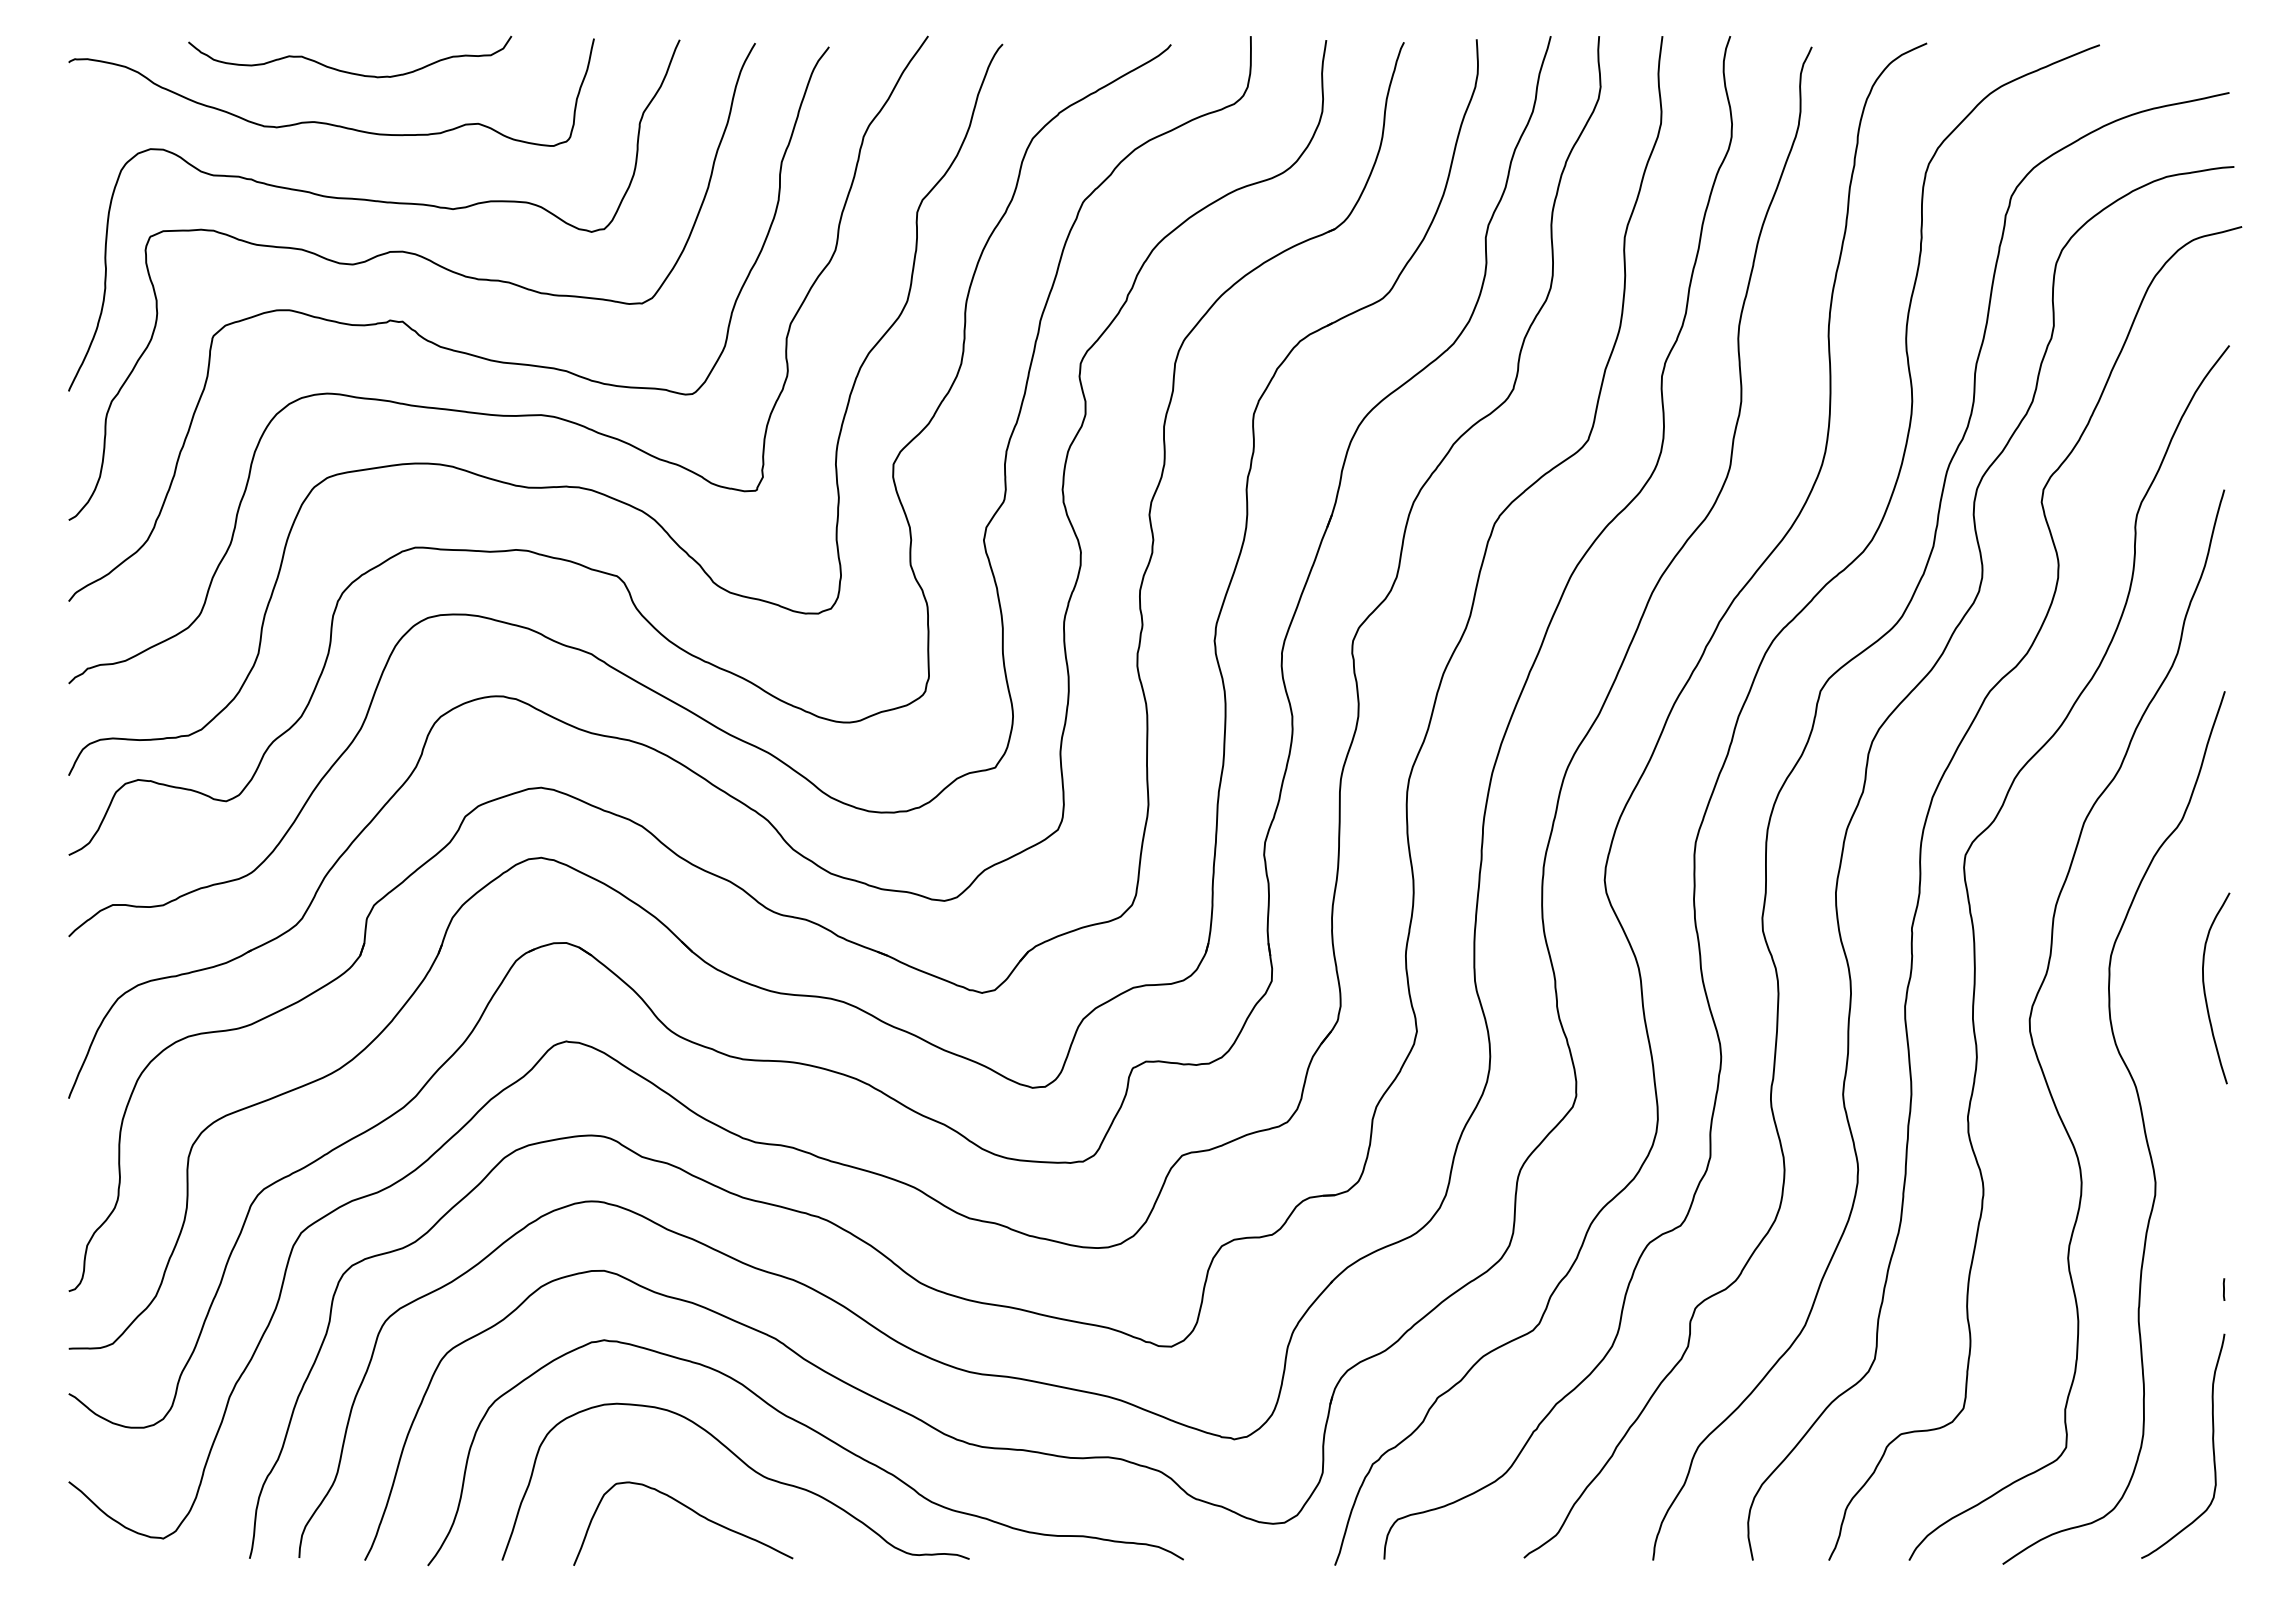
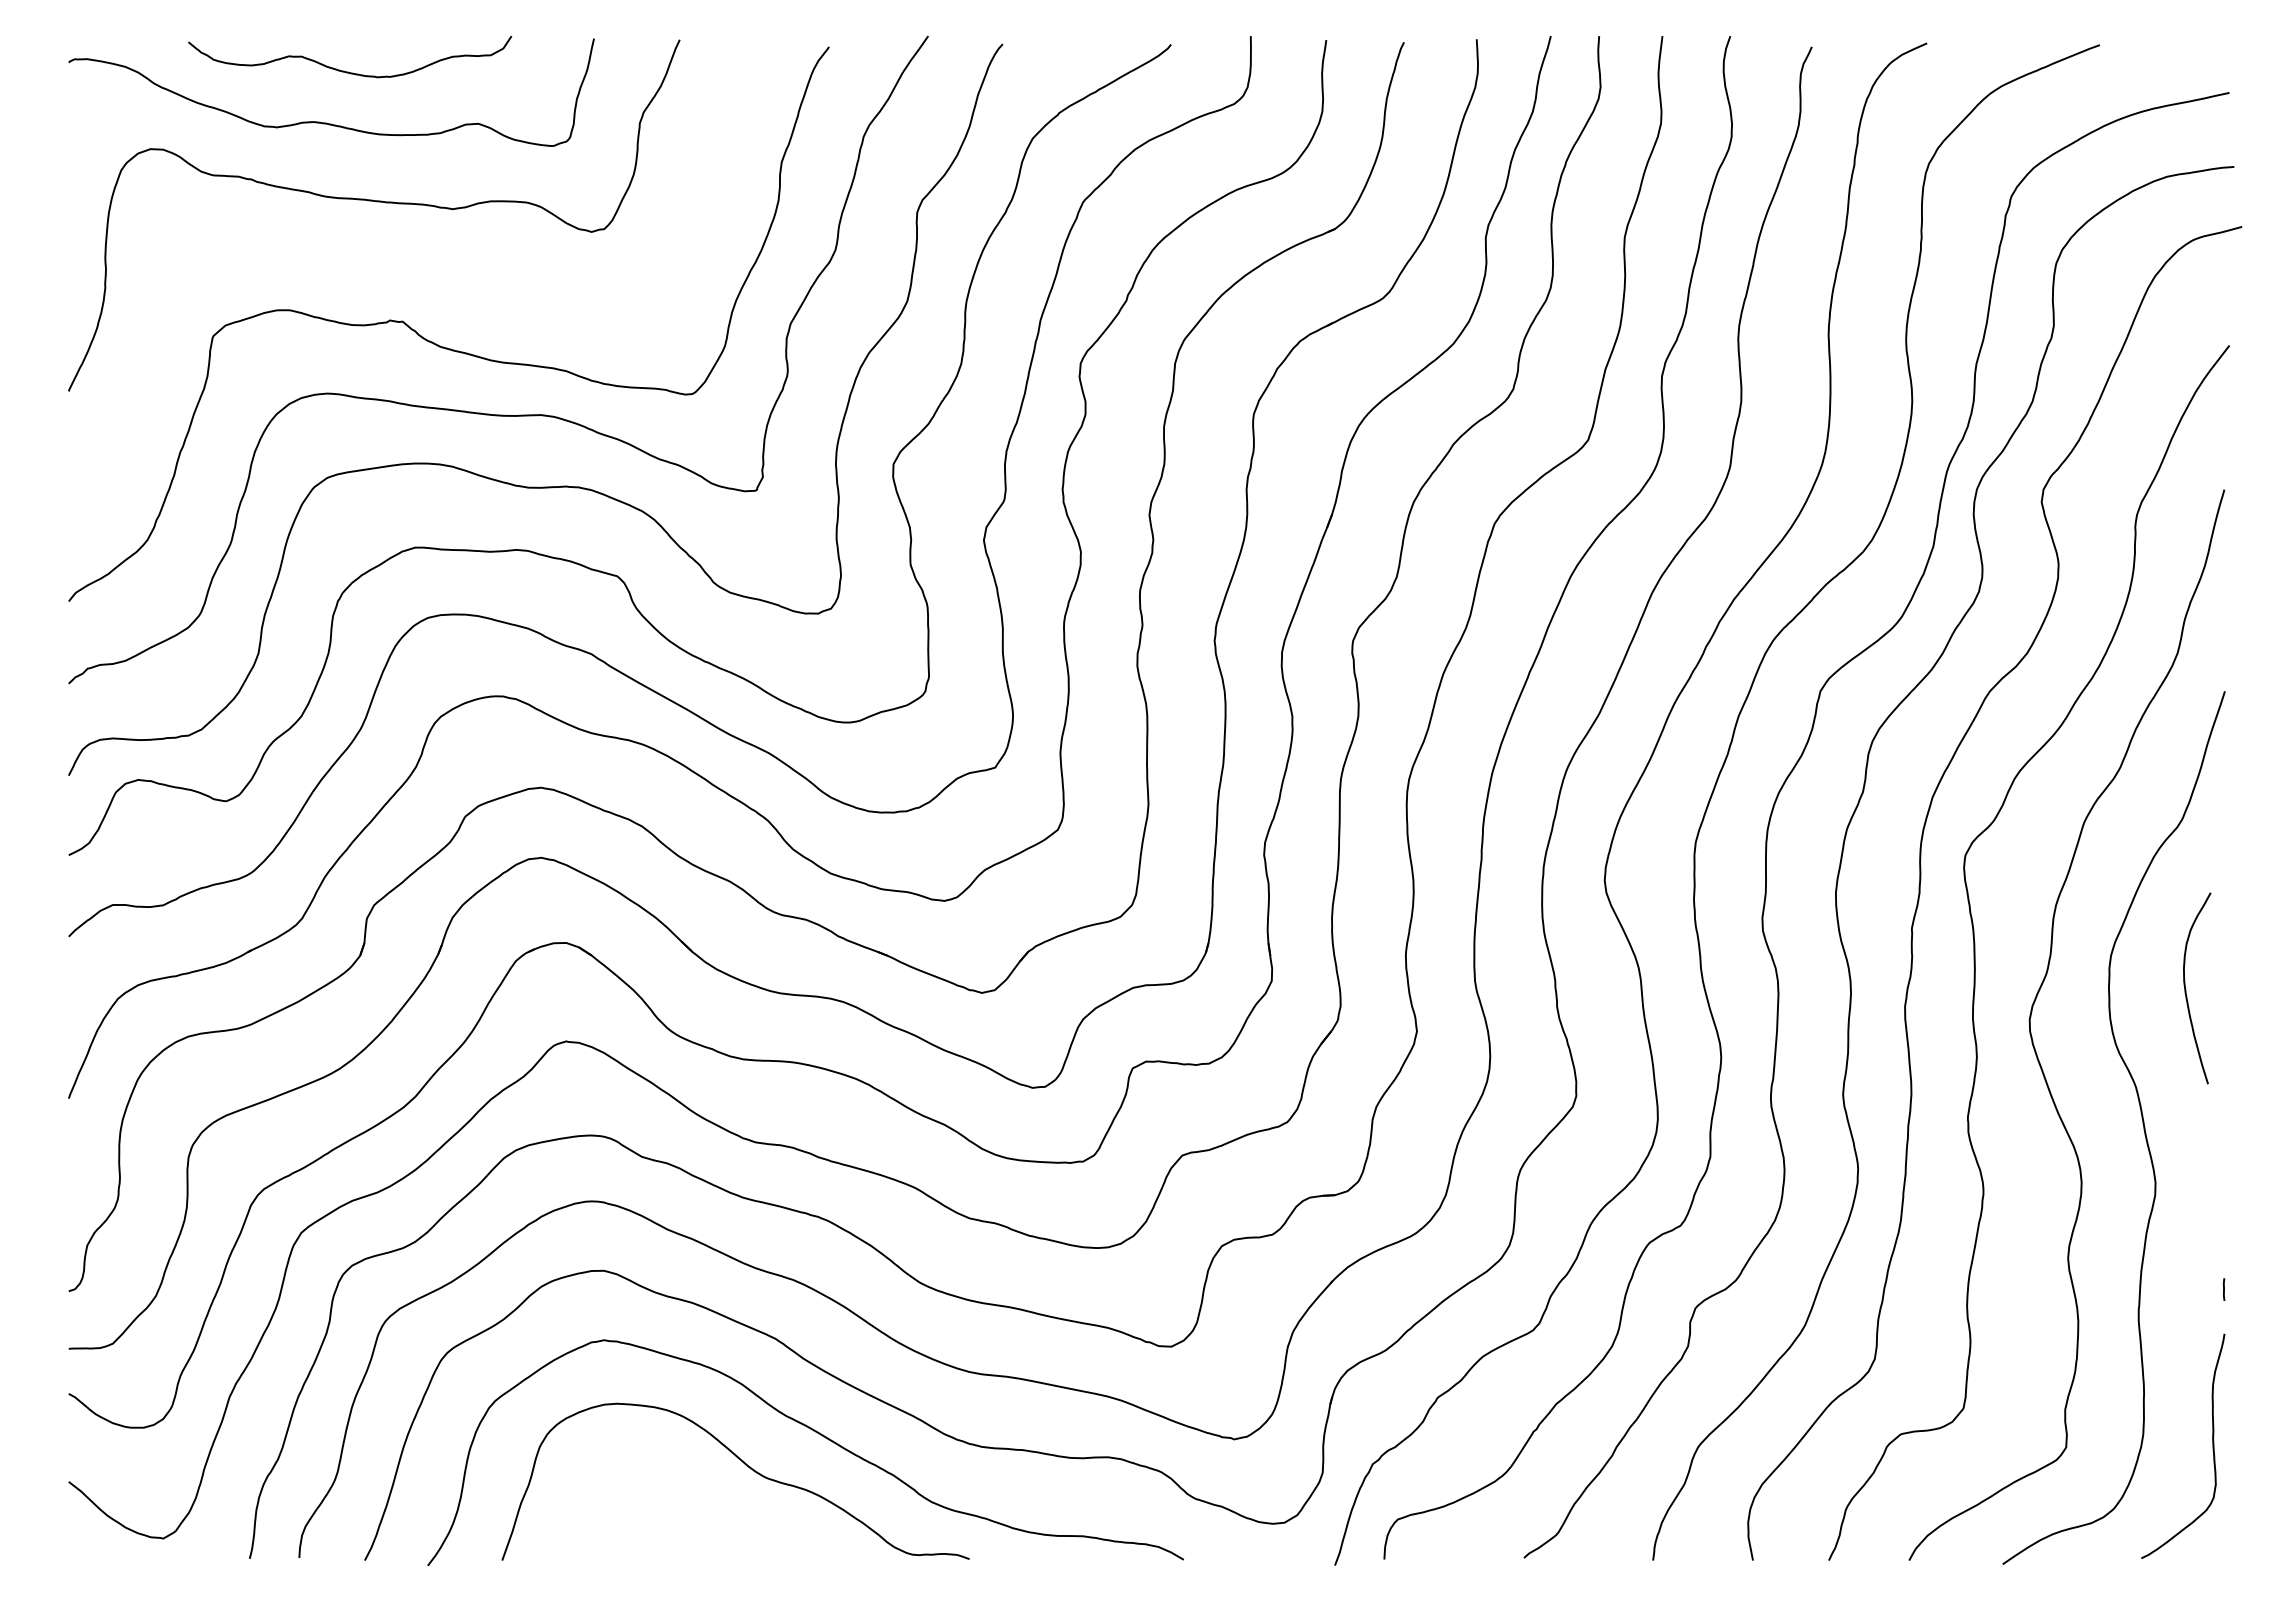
curve at (422, 258): present -> none
curve at (2205, 989) position: (2205, 989) -> (2186, 989)
curve at (690, 1510): present -> none
